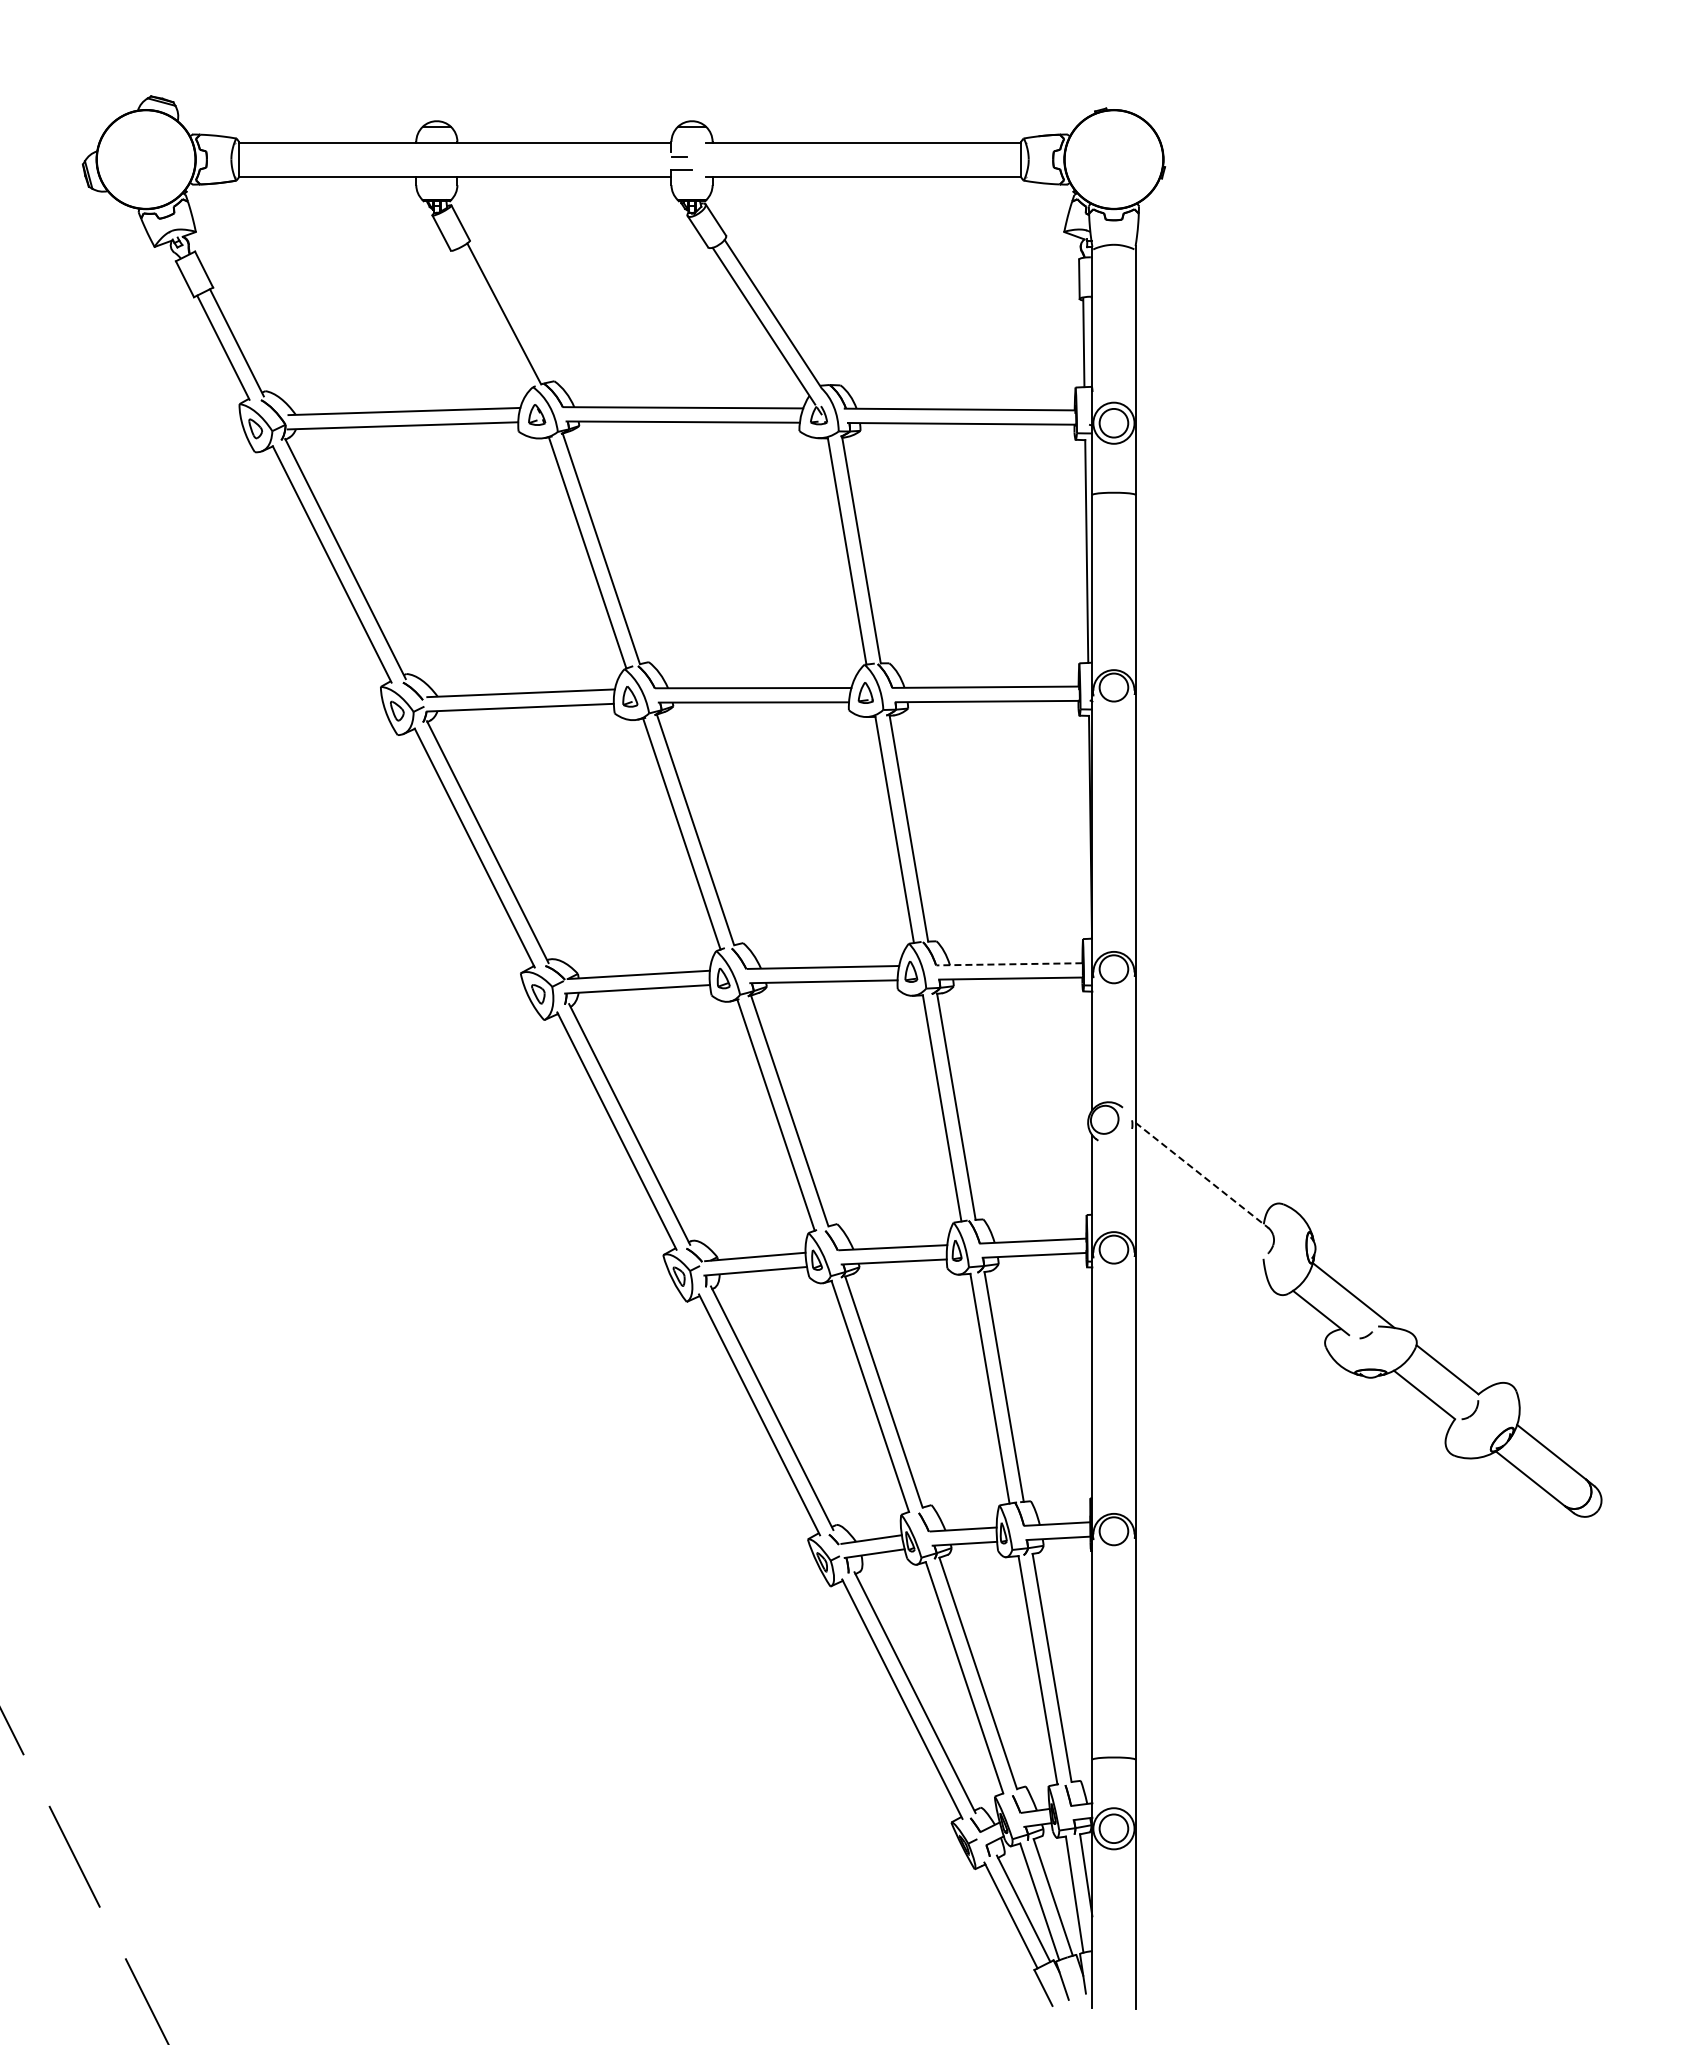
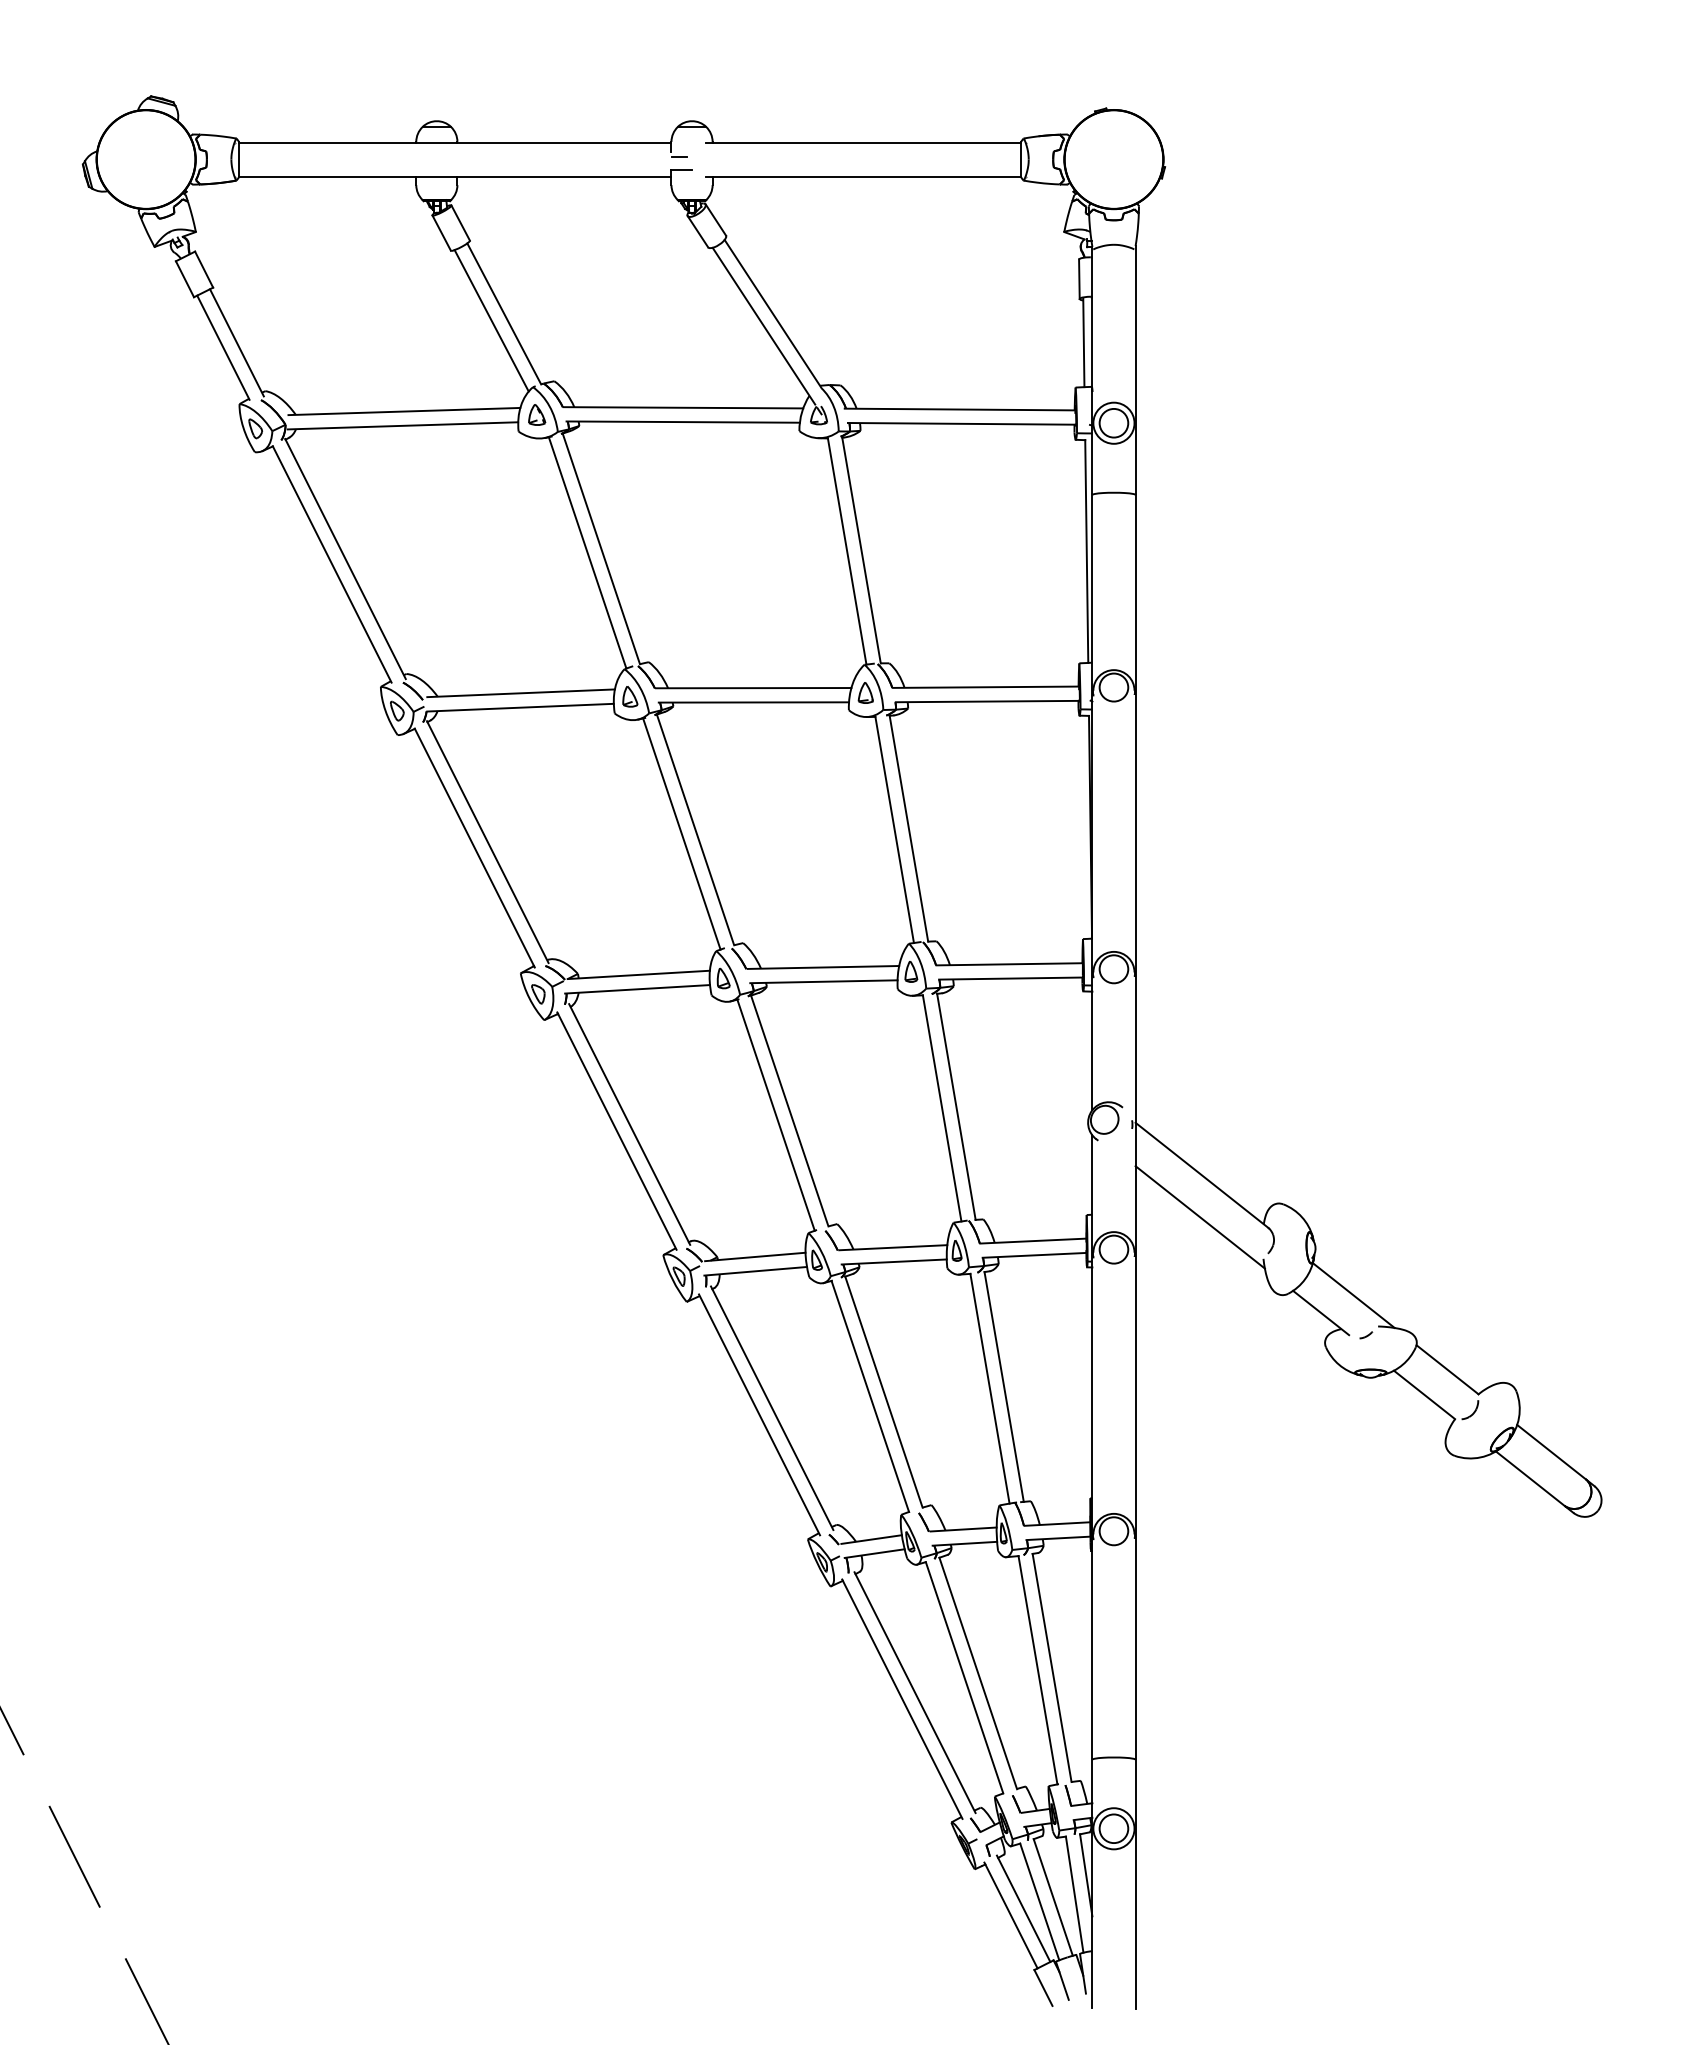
line at (491, 320): none -> present
line at (1009, 964): dashed -> solid
line at (1202, 1175): dashed -> solid
line at (1199, 1217): none -> present
